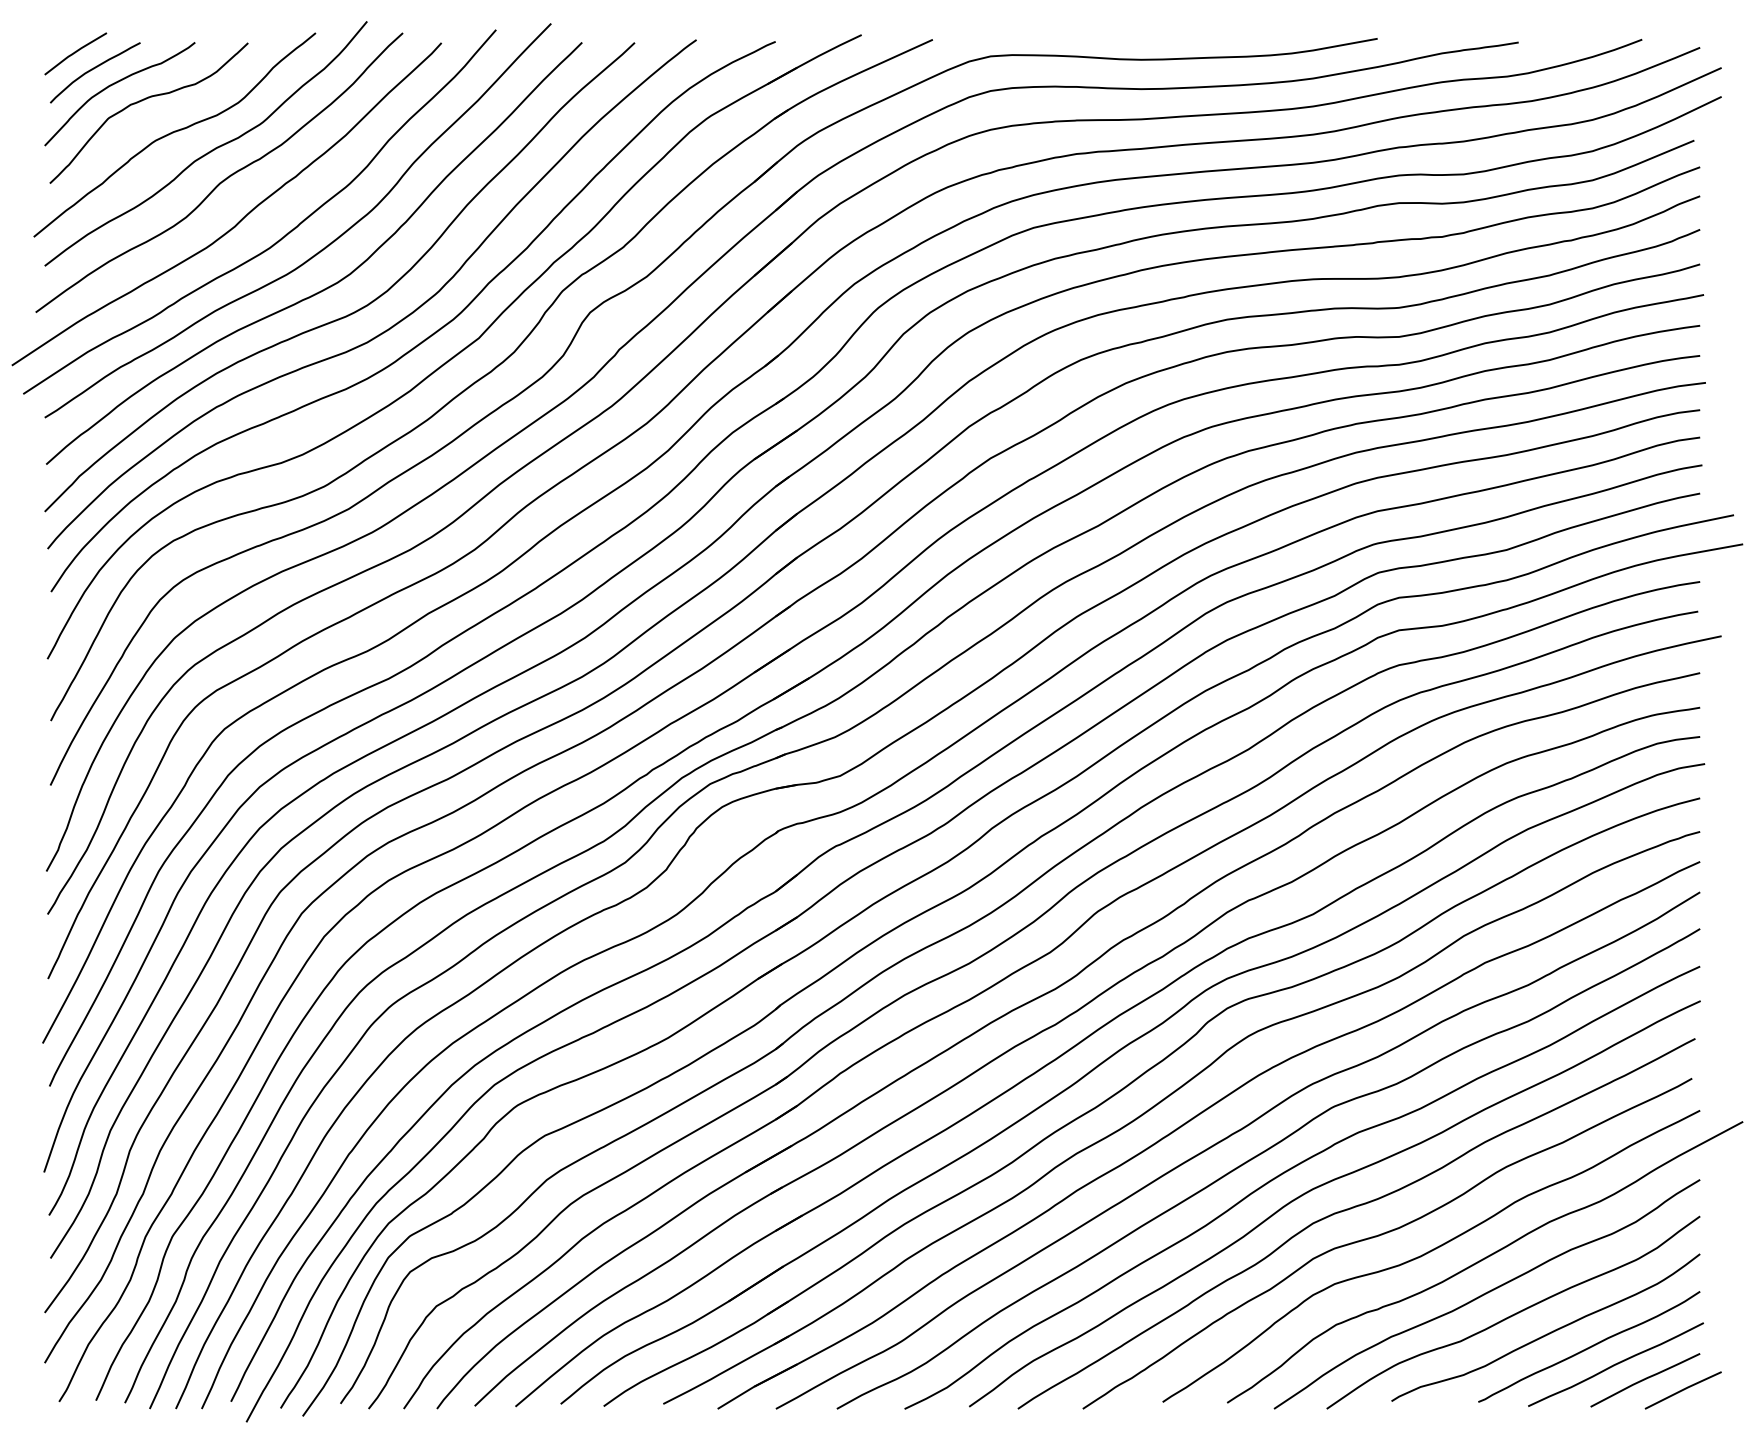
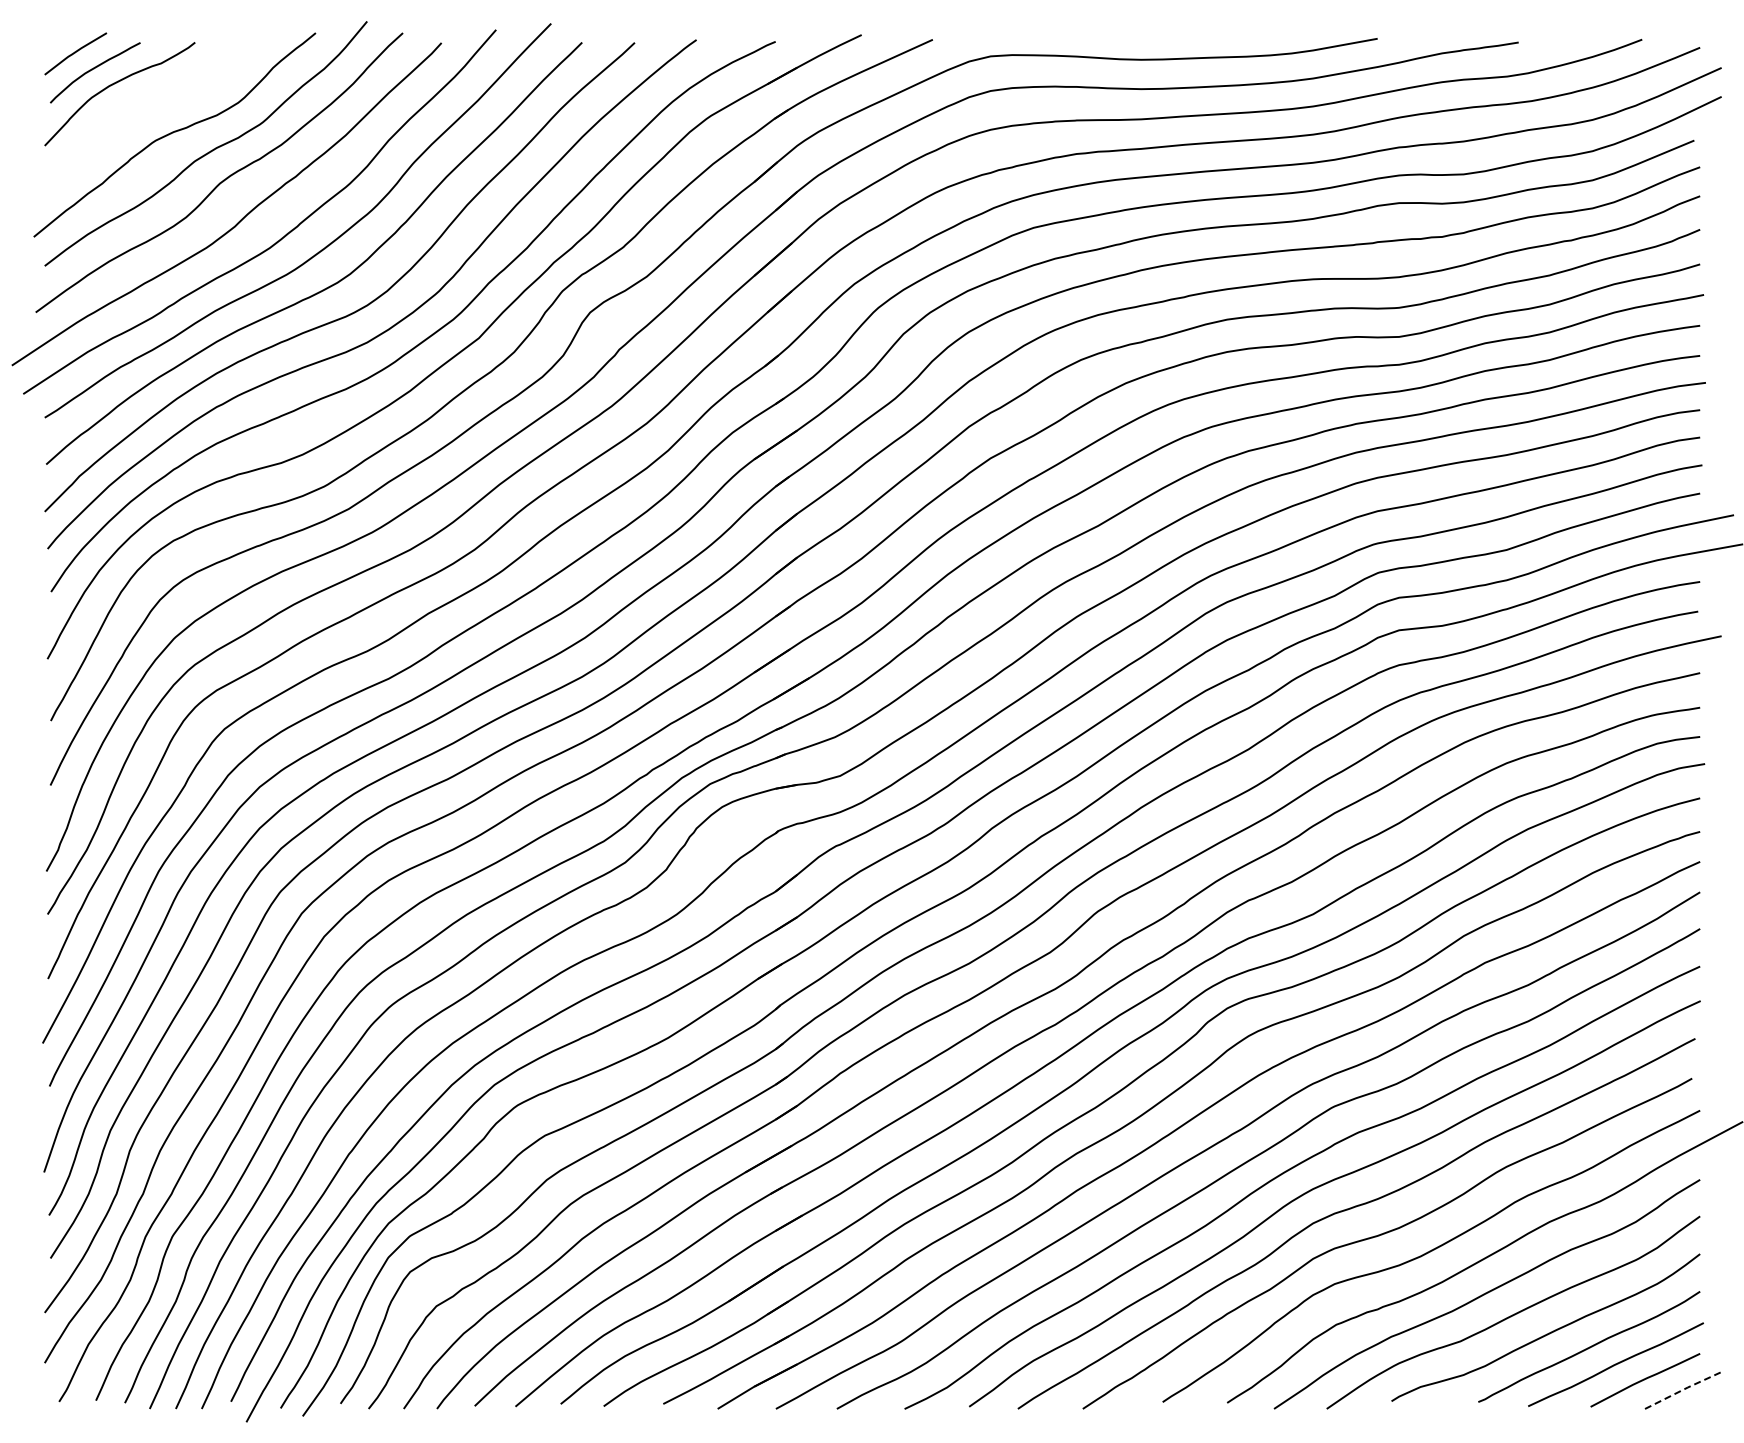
curve at (142, 101): present -> none
line at (1684, 1389): solid -> dashed
